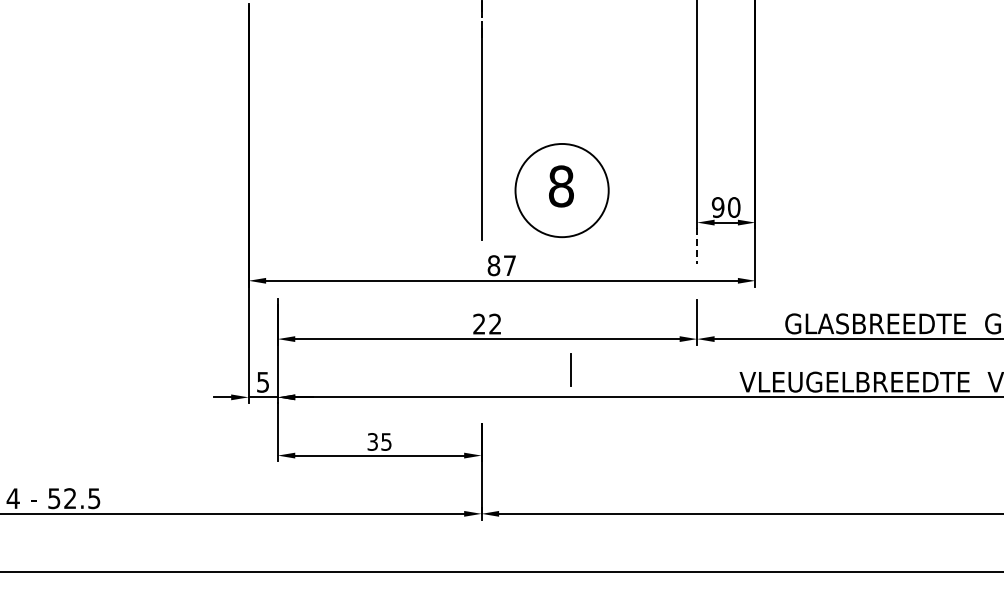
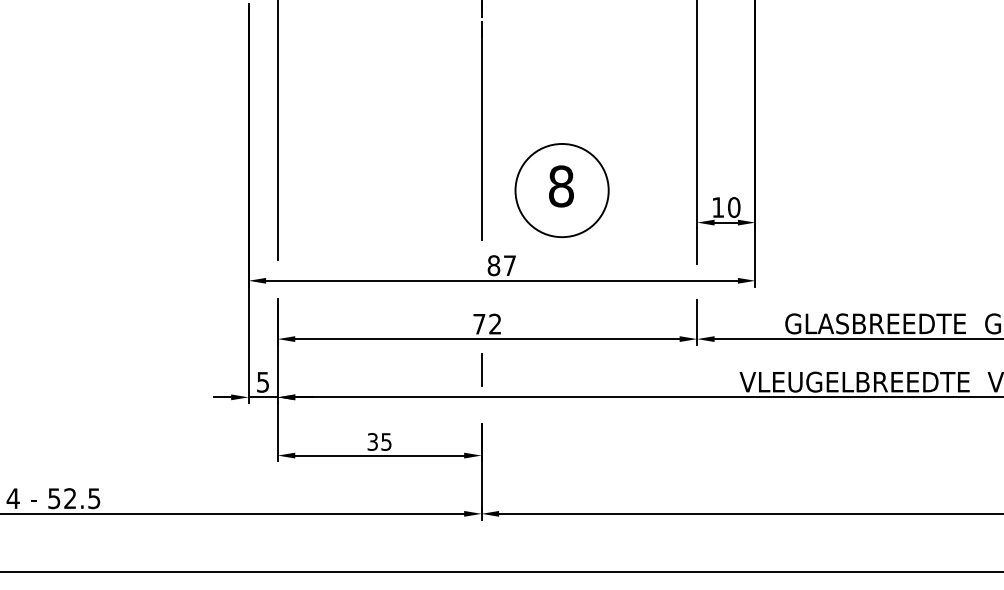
line at (277, 131): none -> present
text at (717, 207): 90 -> 10
line at (697, 246): dashed -> solid
text at (479, 323): 22 -> 72
line at (570, 369) position: (570, 369) -> (481, 369)
